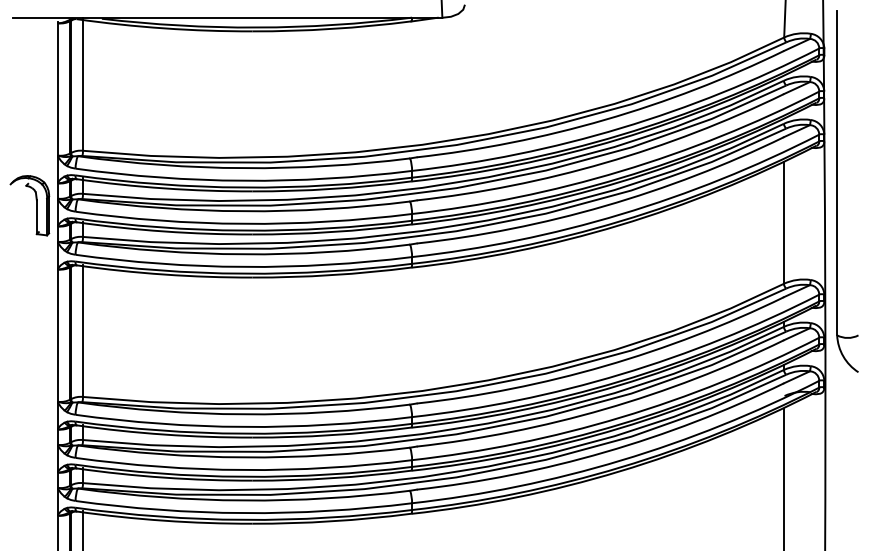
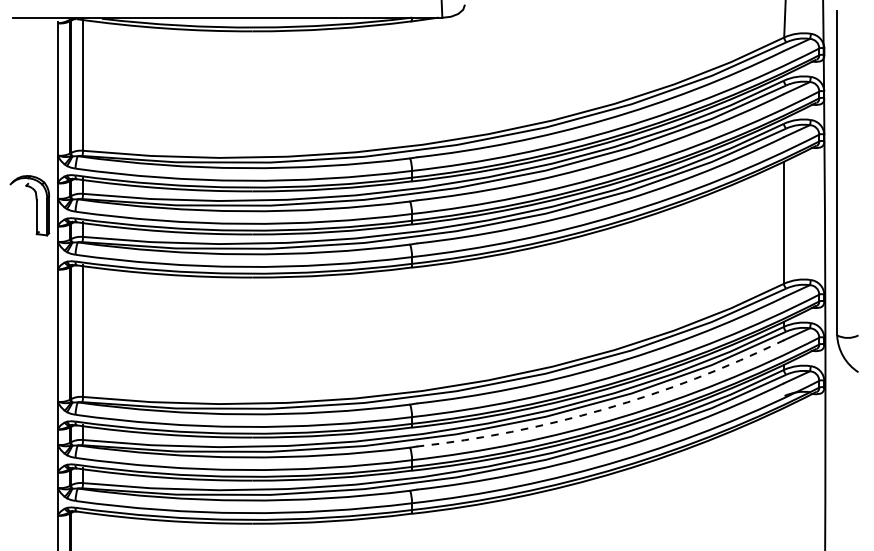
arc at (604, 409): solid -> dashed
line at (783, 477): present -> none
line at (83, 528): present -> none
